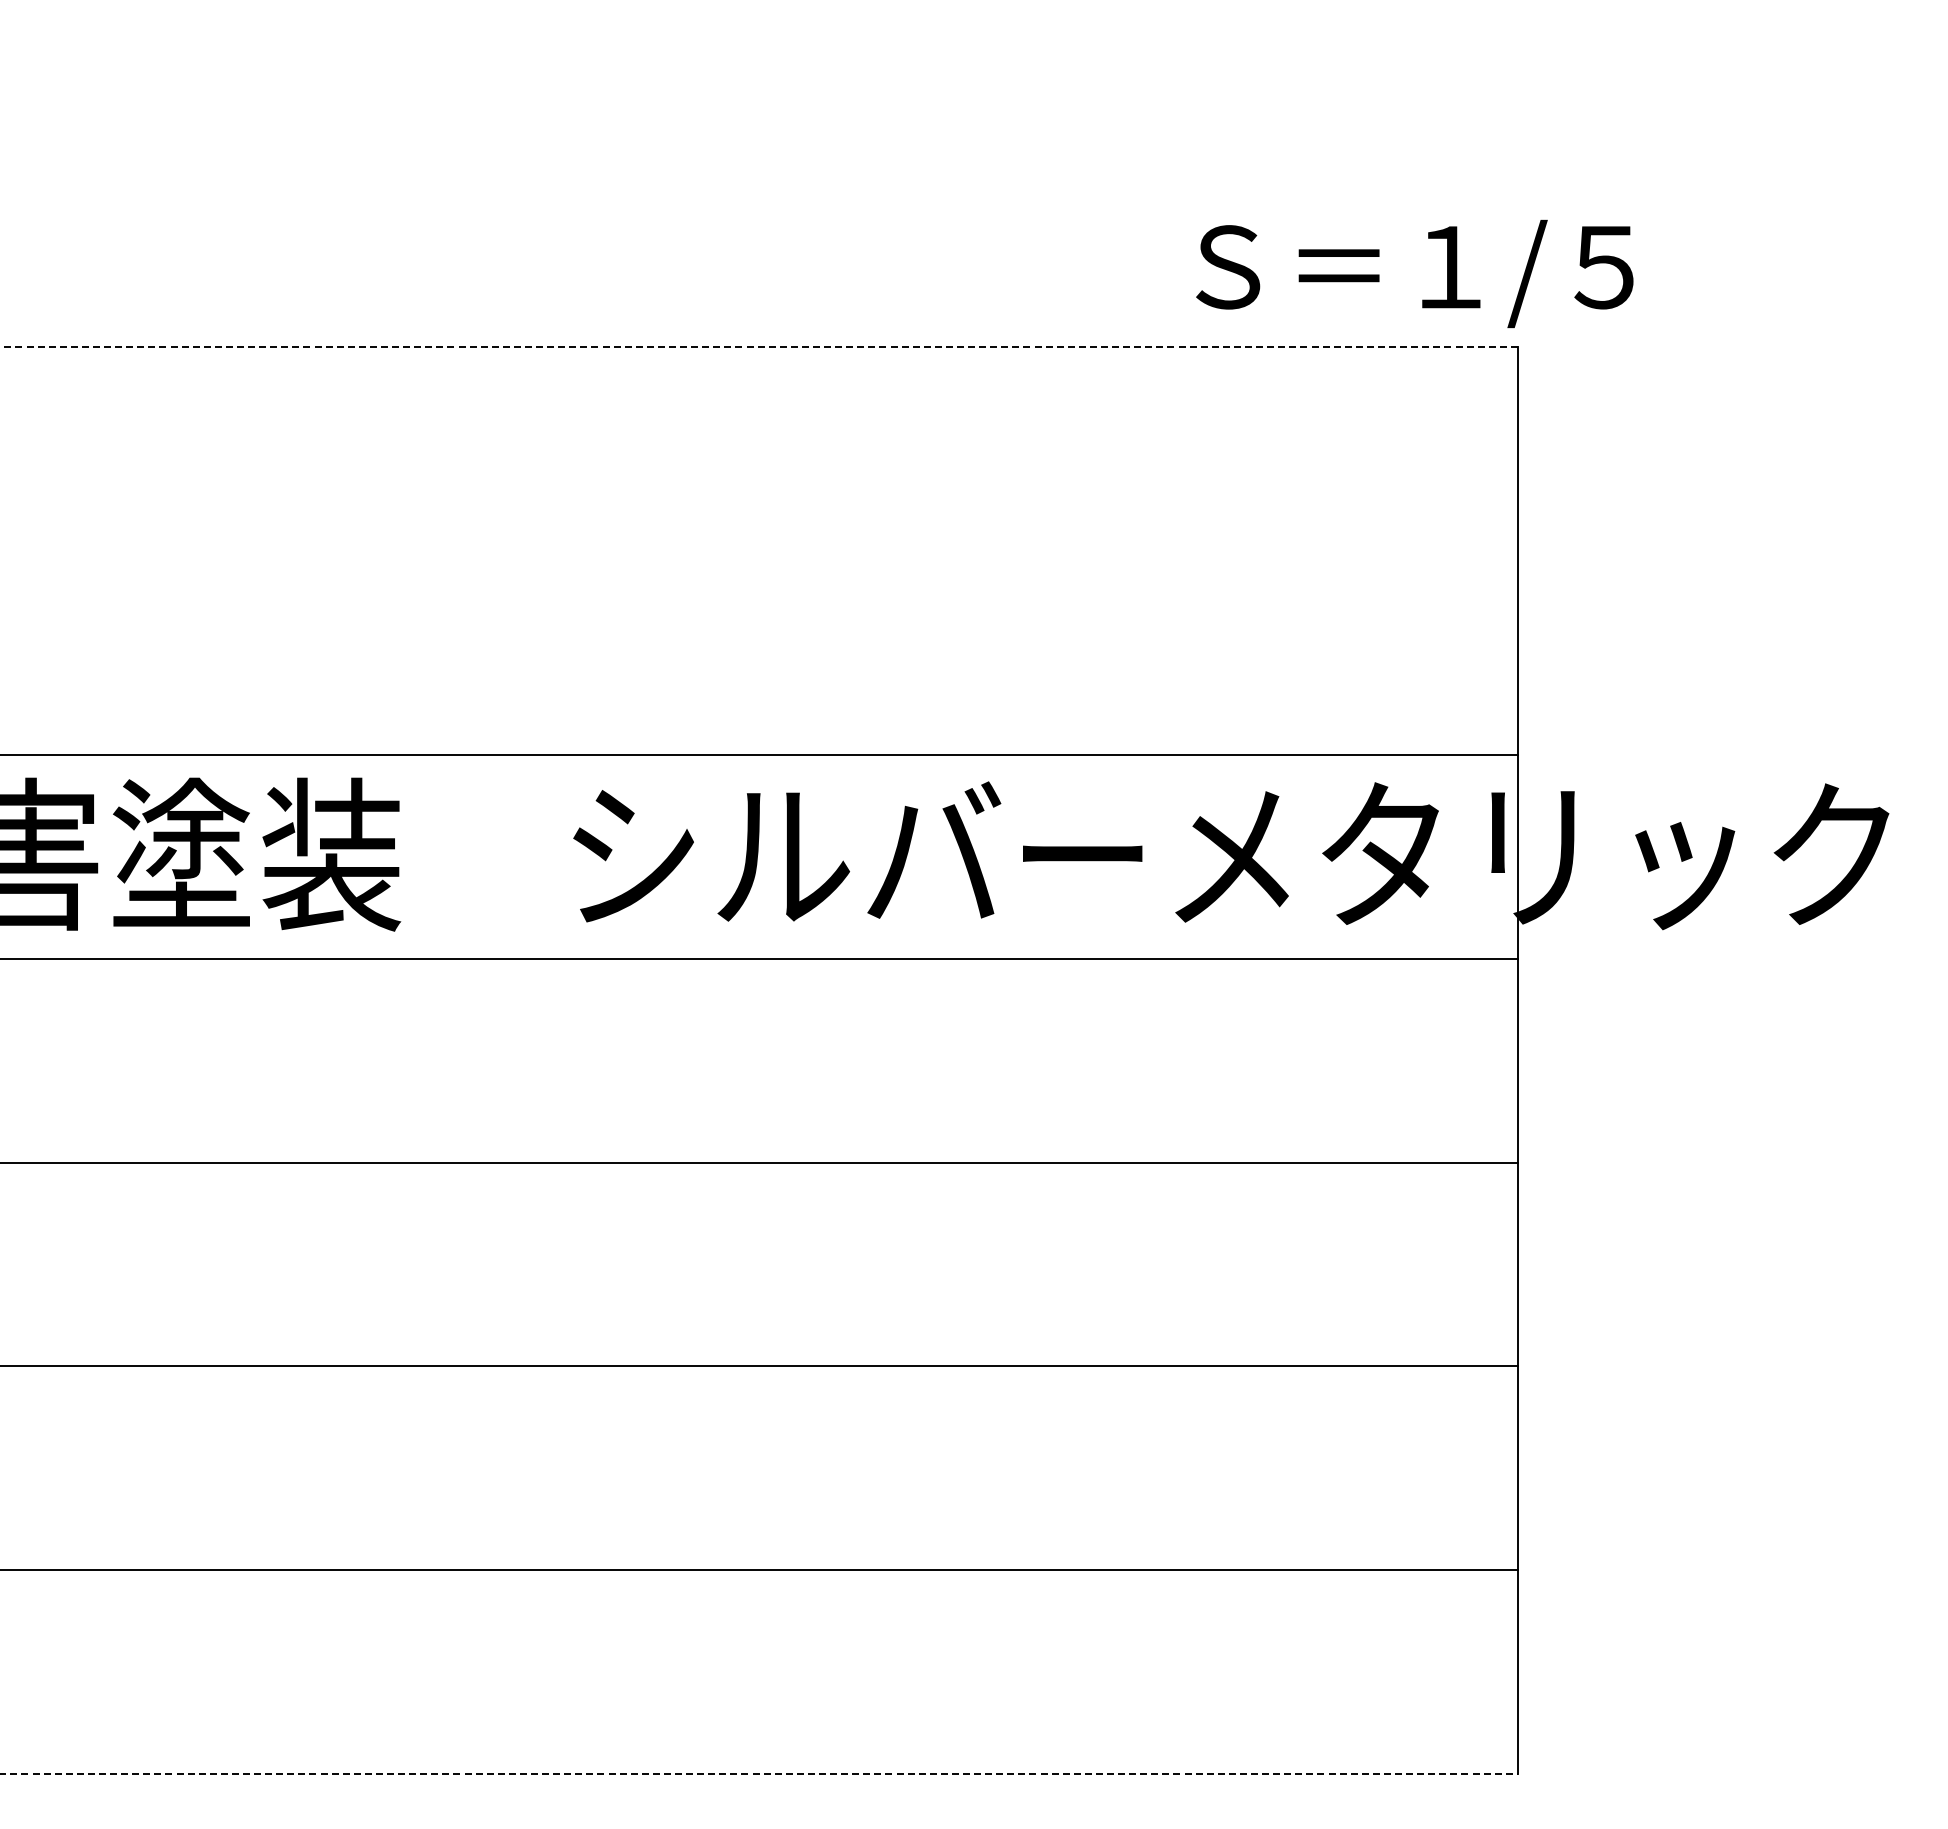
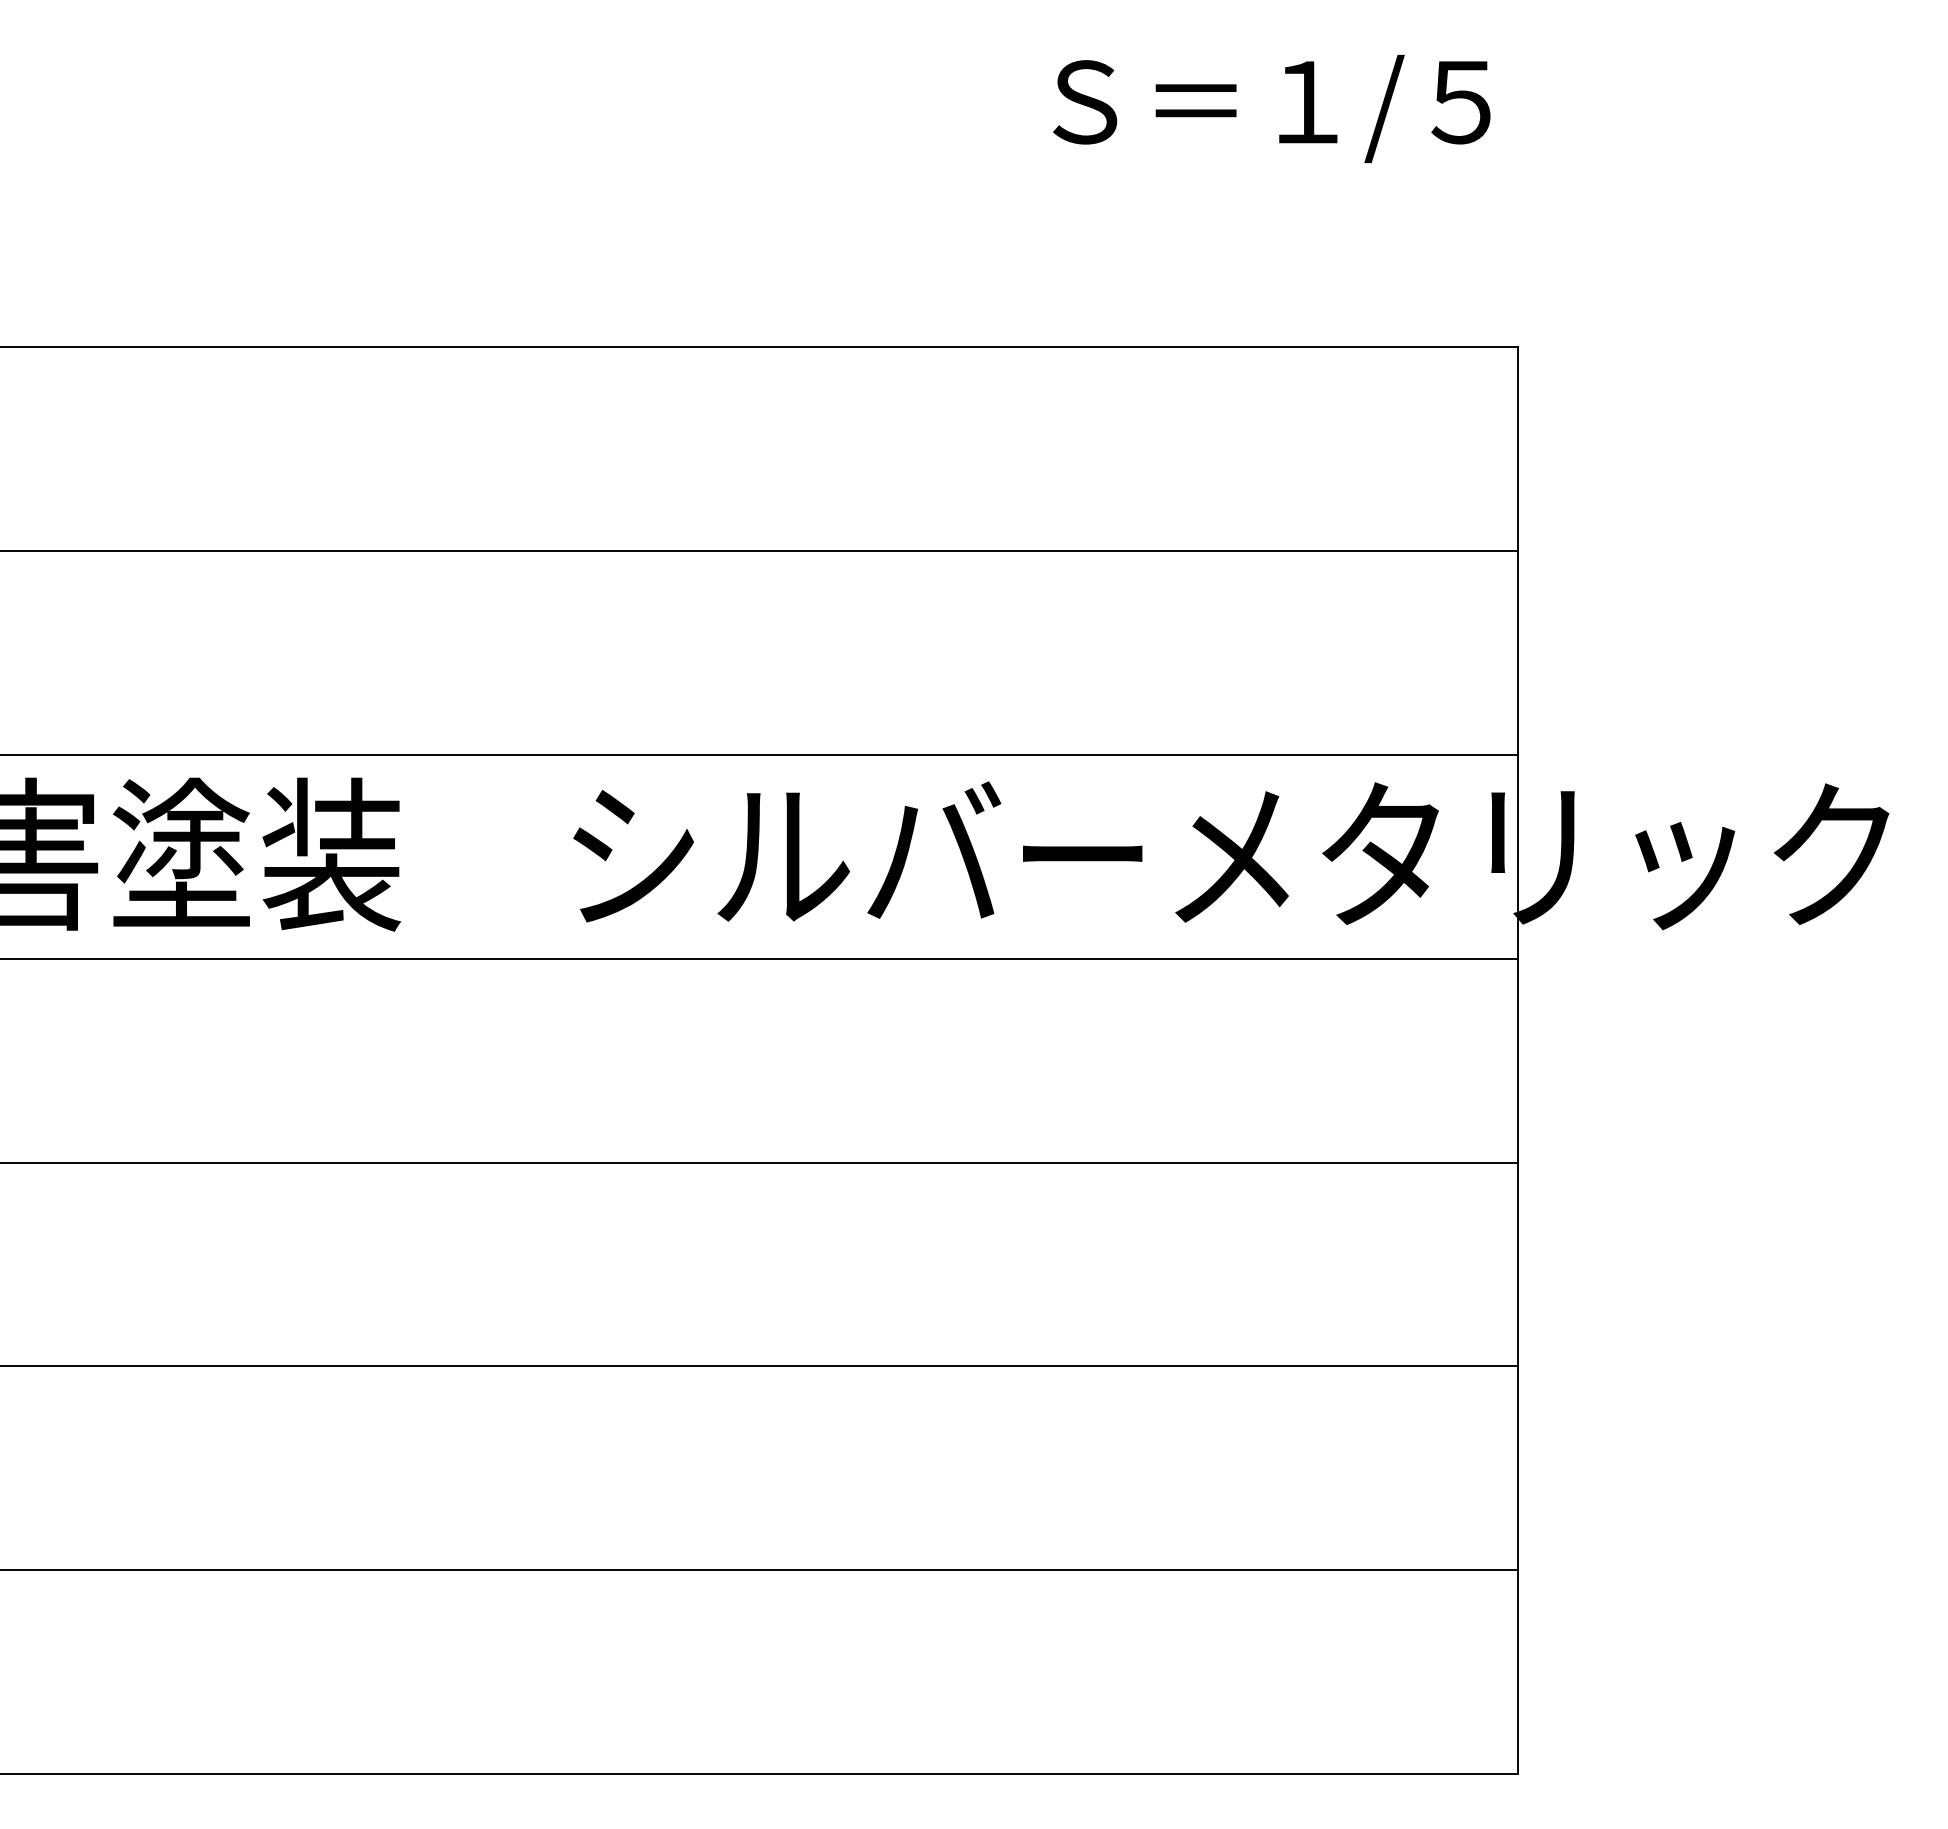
text at (1414, 273) position: (1414, 273) -> (1271, 108)
line at (758, 347): dashed -> solid
line at (759, 550): none -> present
line at (758, 1774): dashed -> solid
